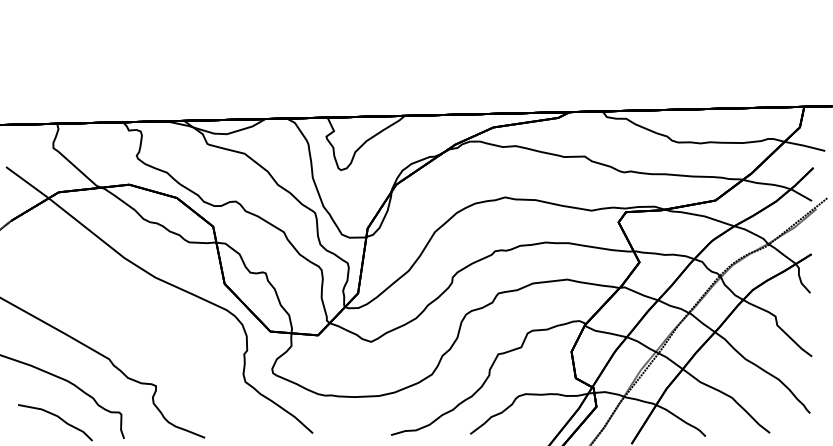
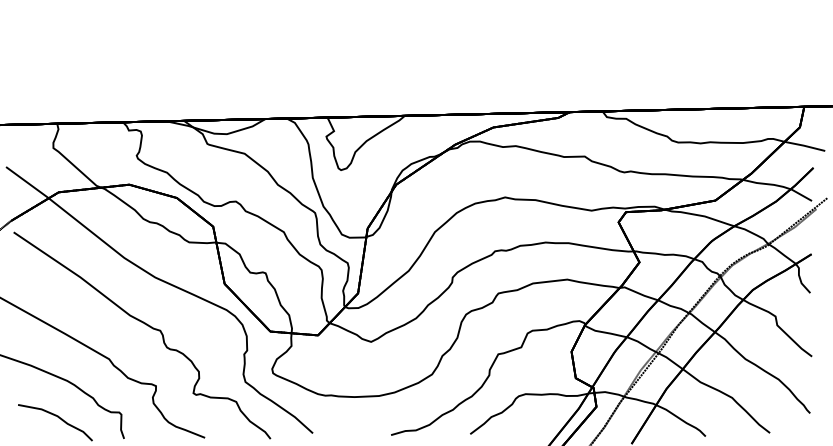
curve at (147, 326): none -> present
